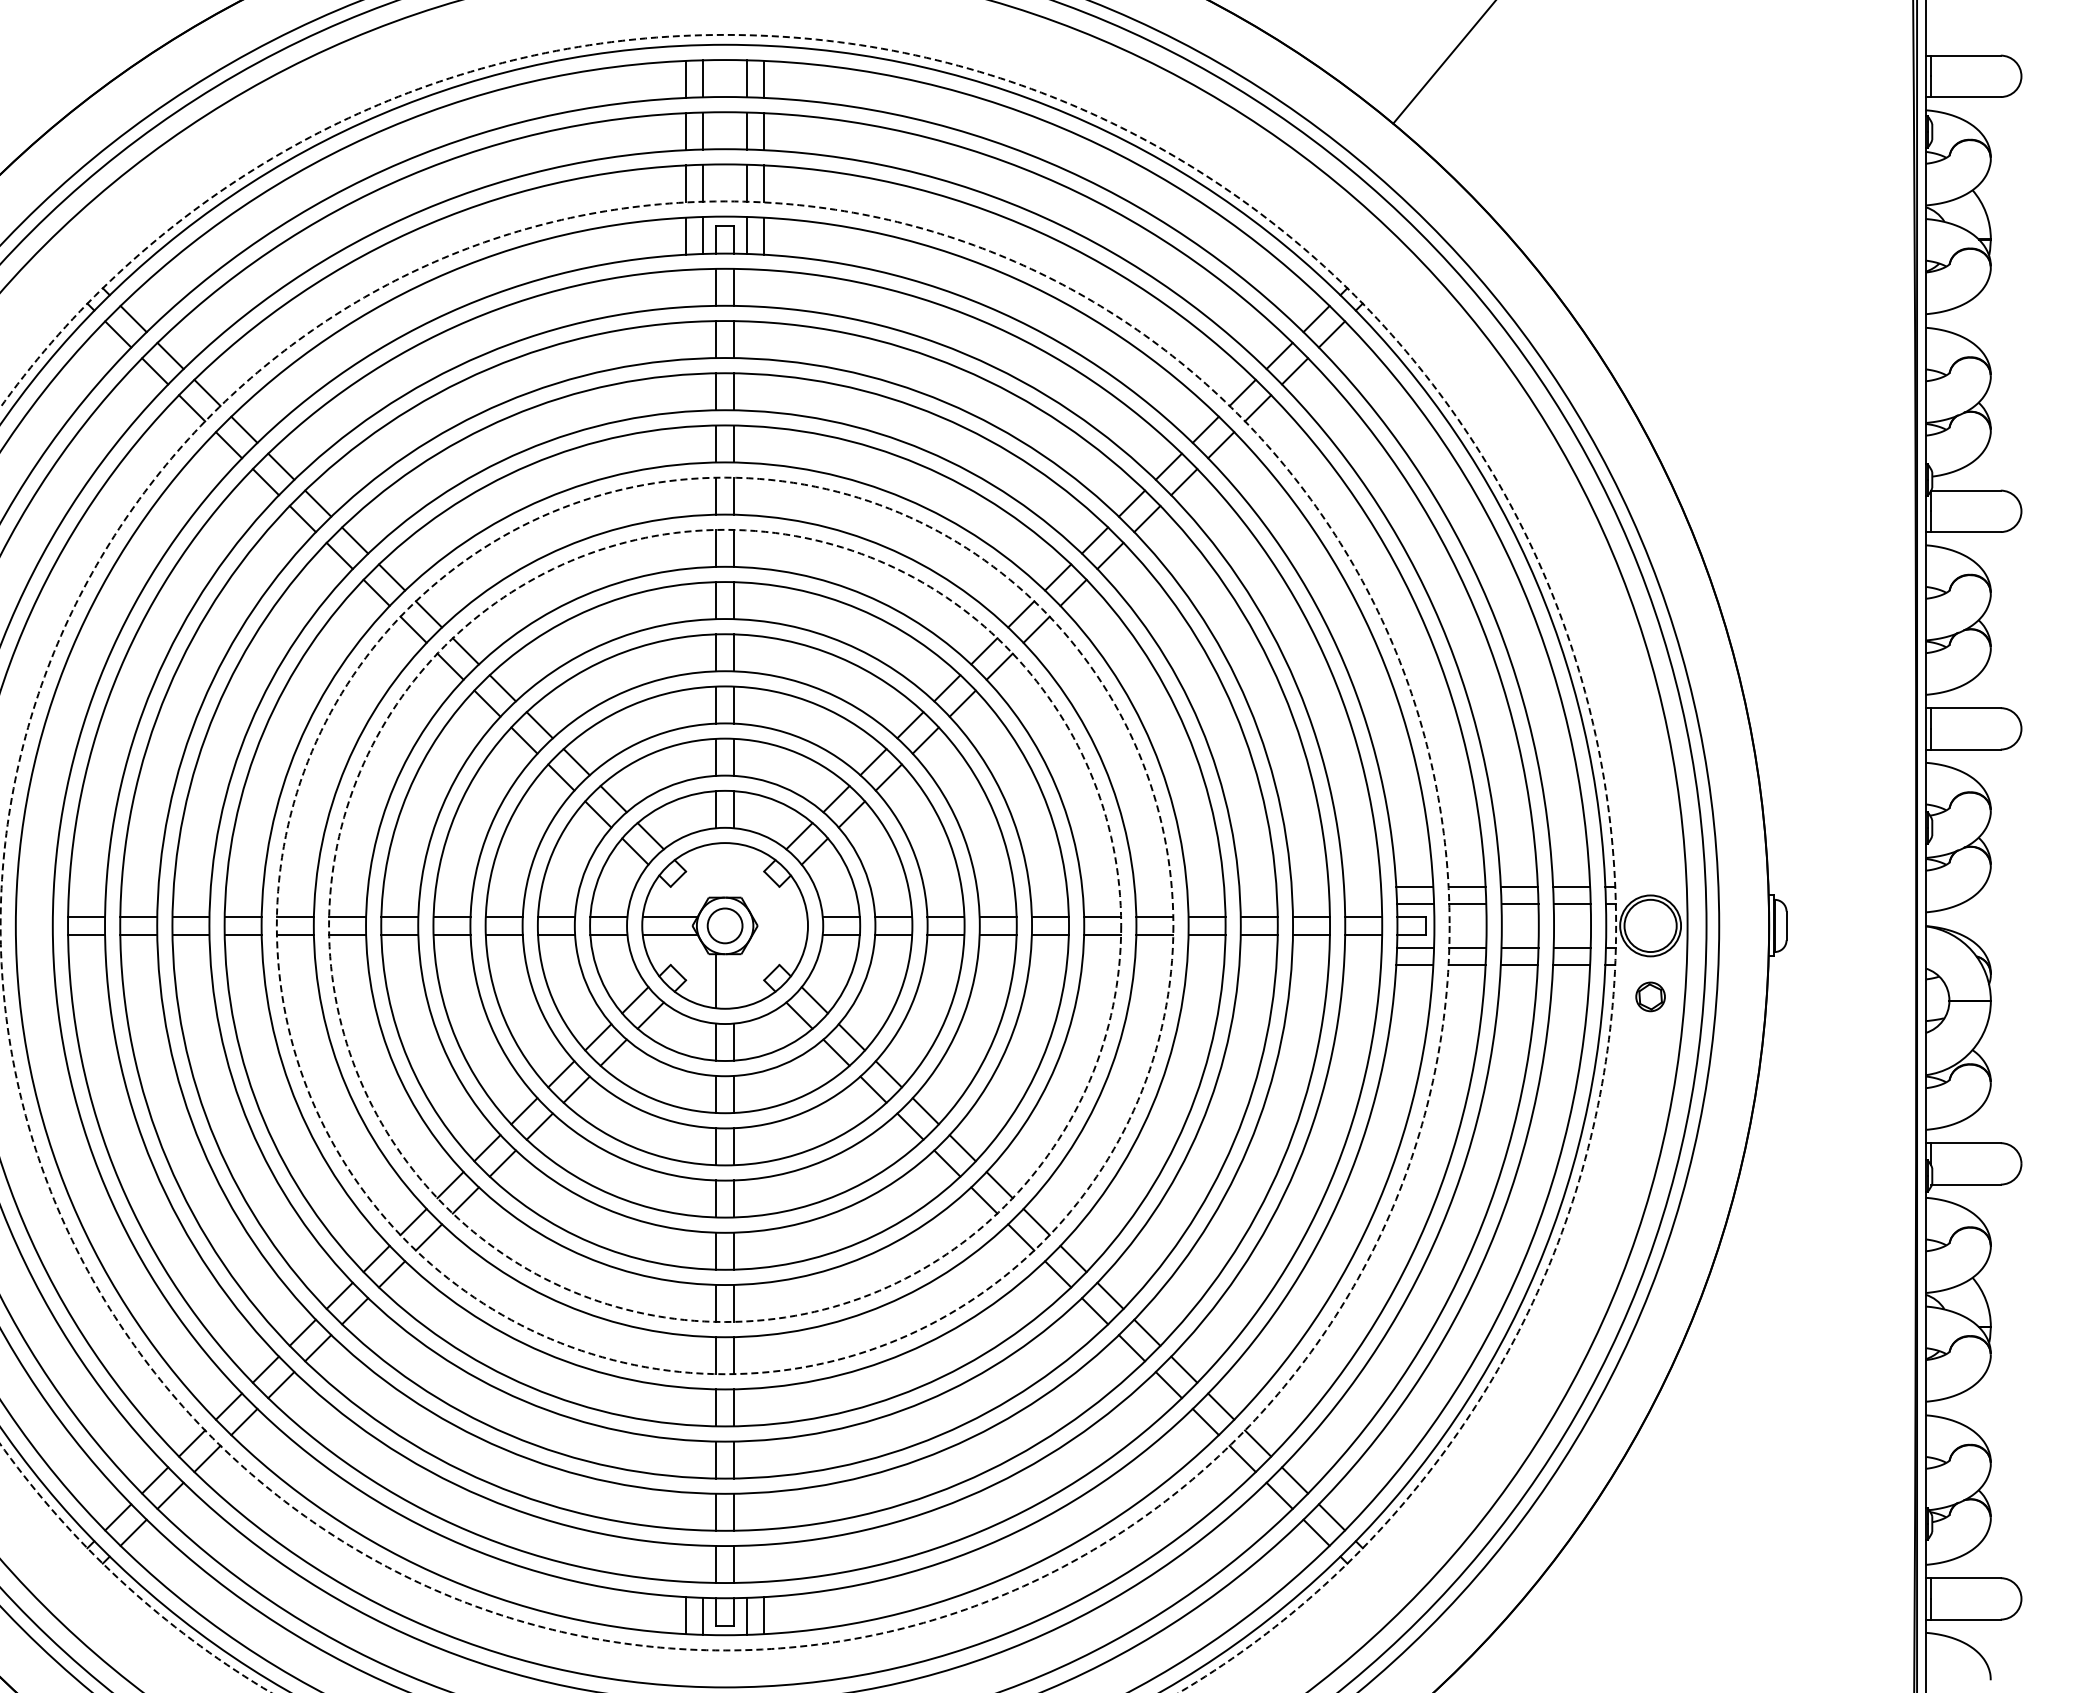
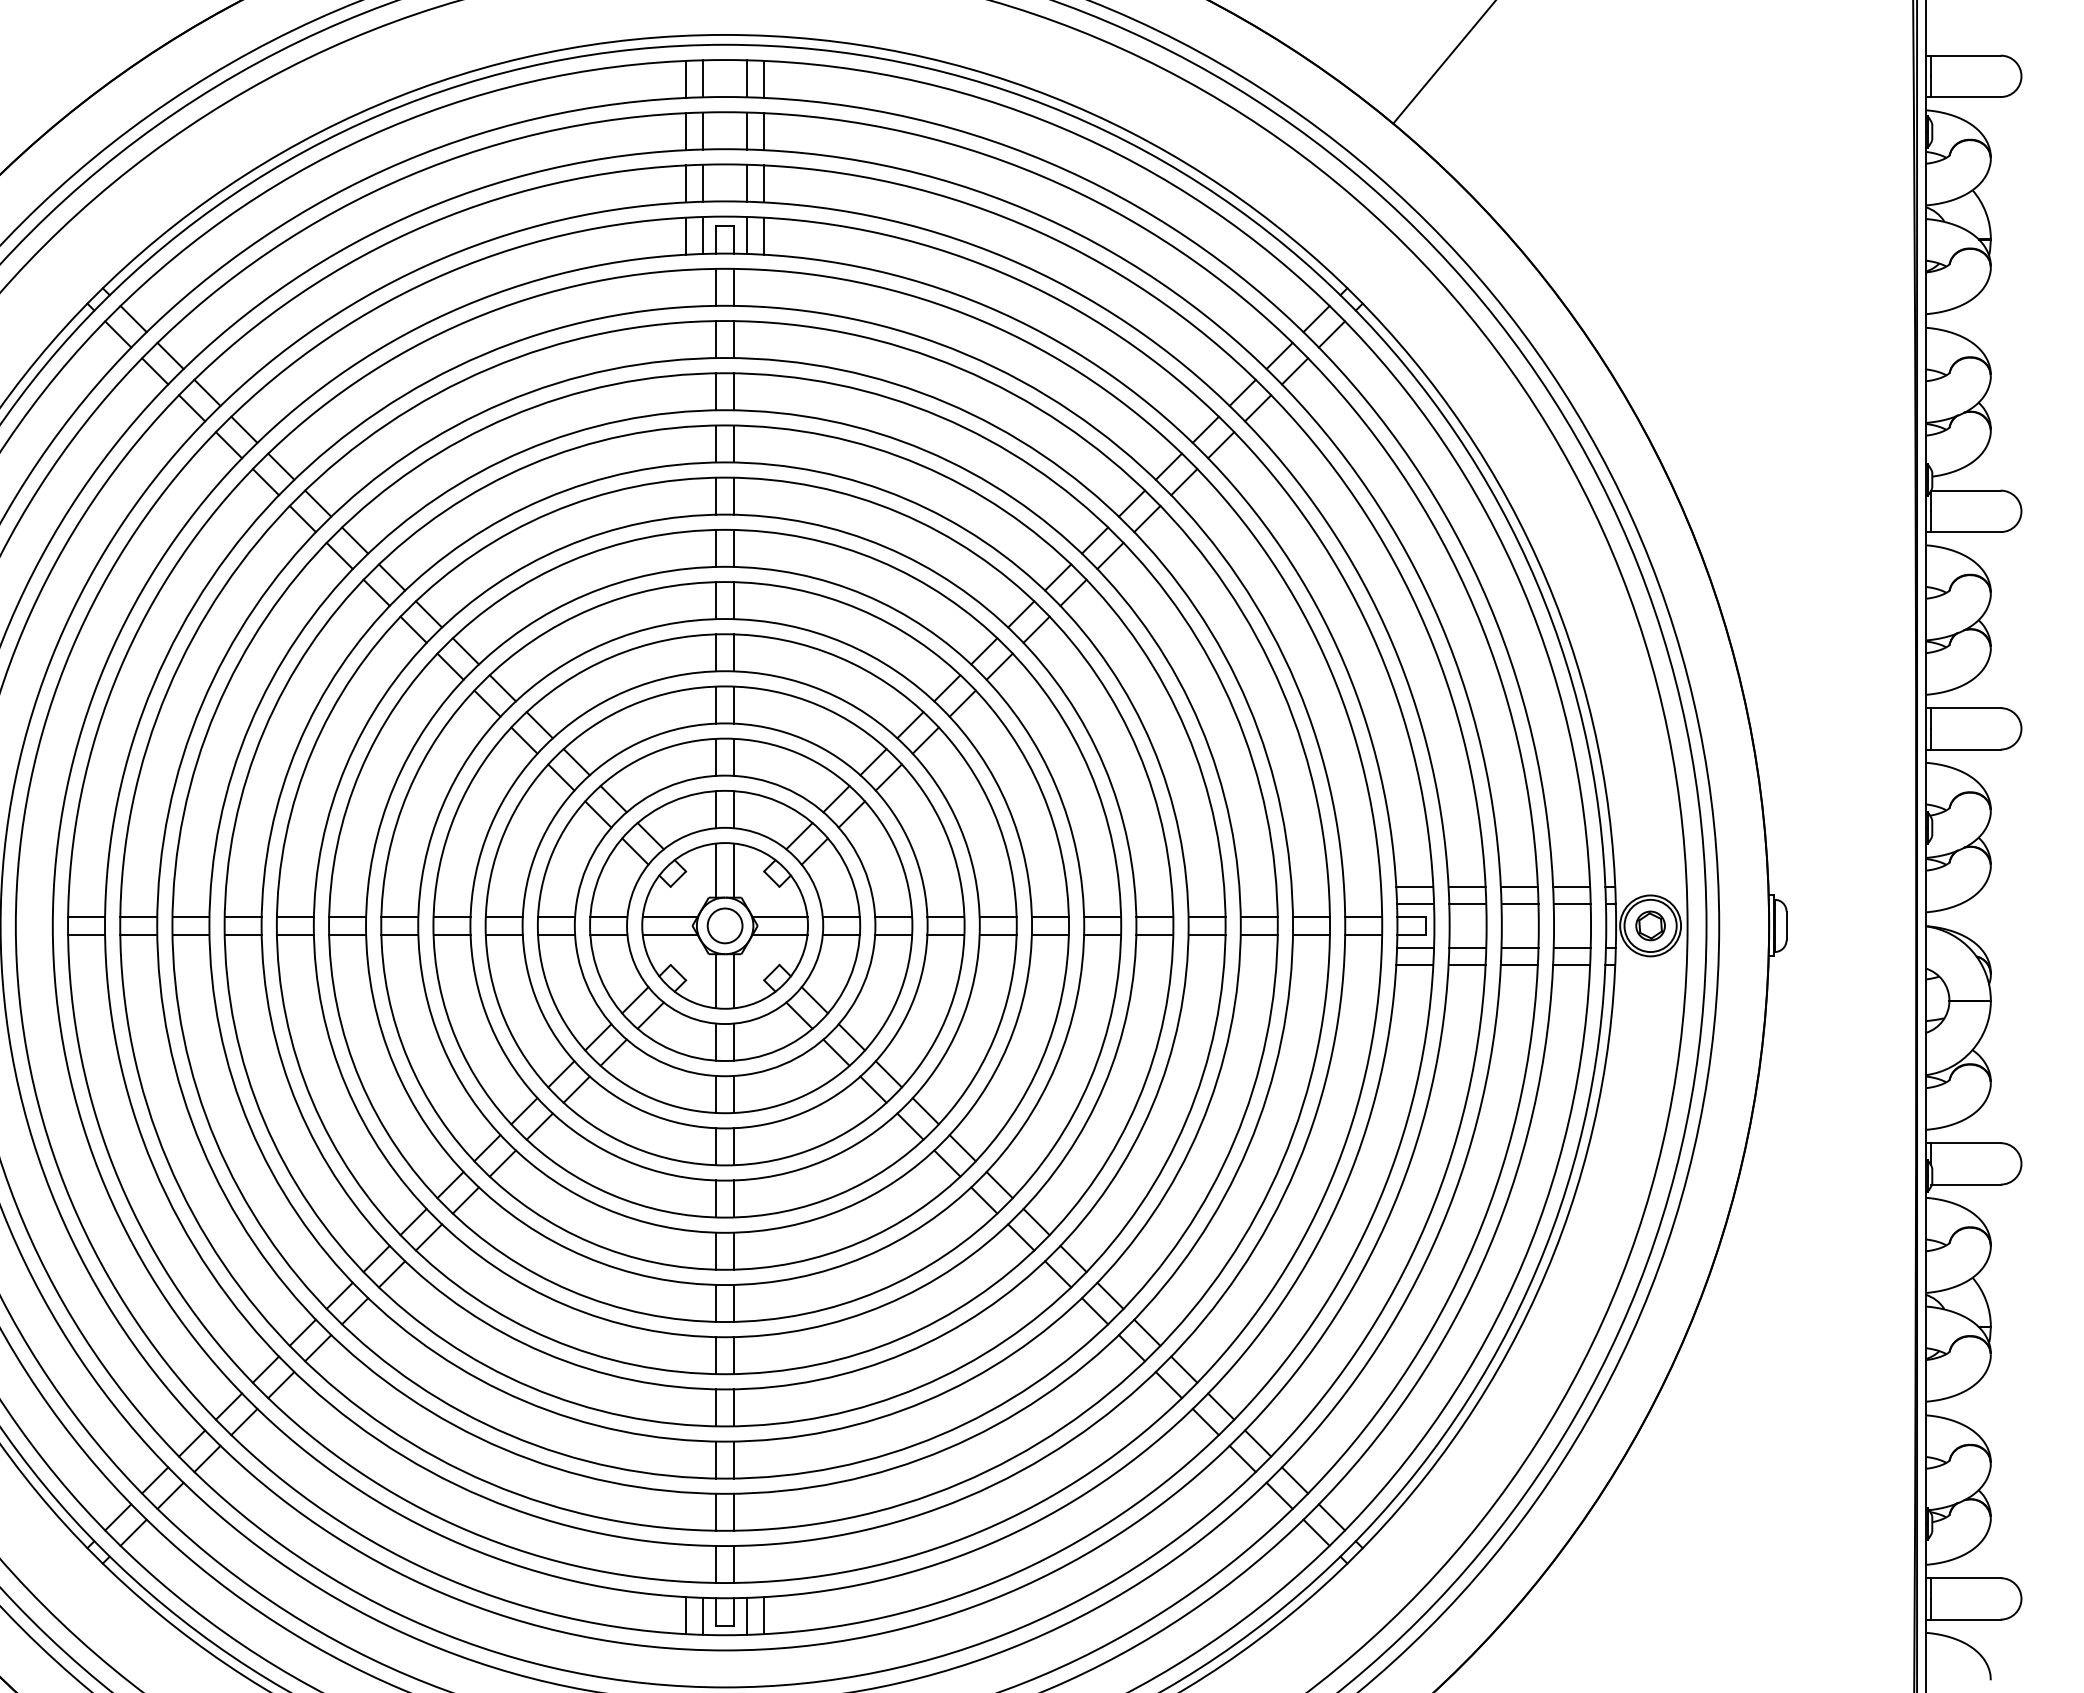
circle at (808, 863): dashed -> solid
line at (716, 870): none -> present
line at (733, 870): none -> present
line at (779, 917): none -> present
circle at (724, 925): dashed -> solid
circle at (724, 925): dashed -> solid
circle at (725, 925): dashed -> solid
line at (779, 934): none -> present
line at (733, 981): none -> present
part at (1650, 996) position: (1650, 996) -> (1650, 925)
